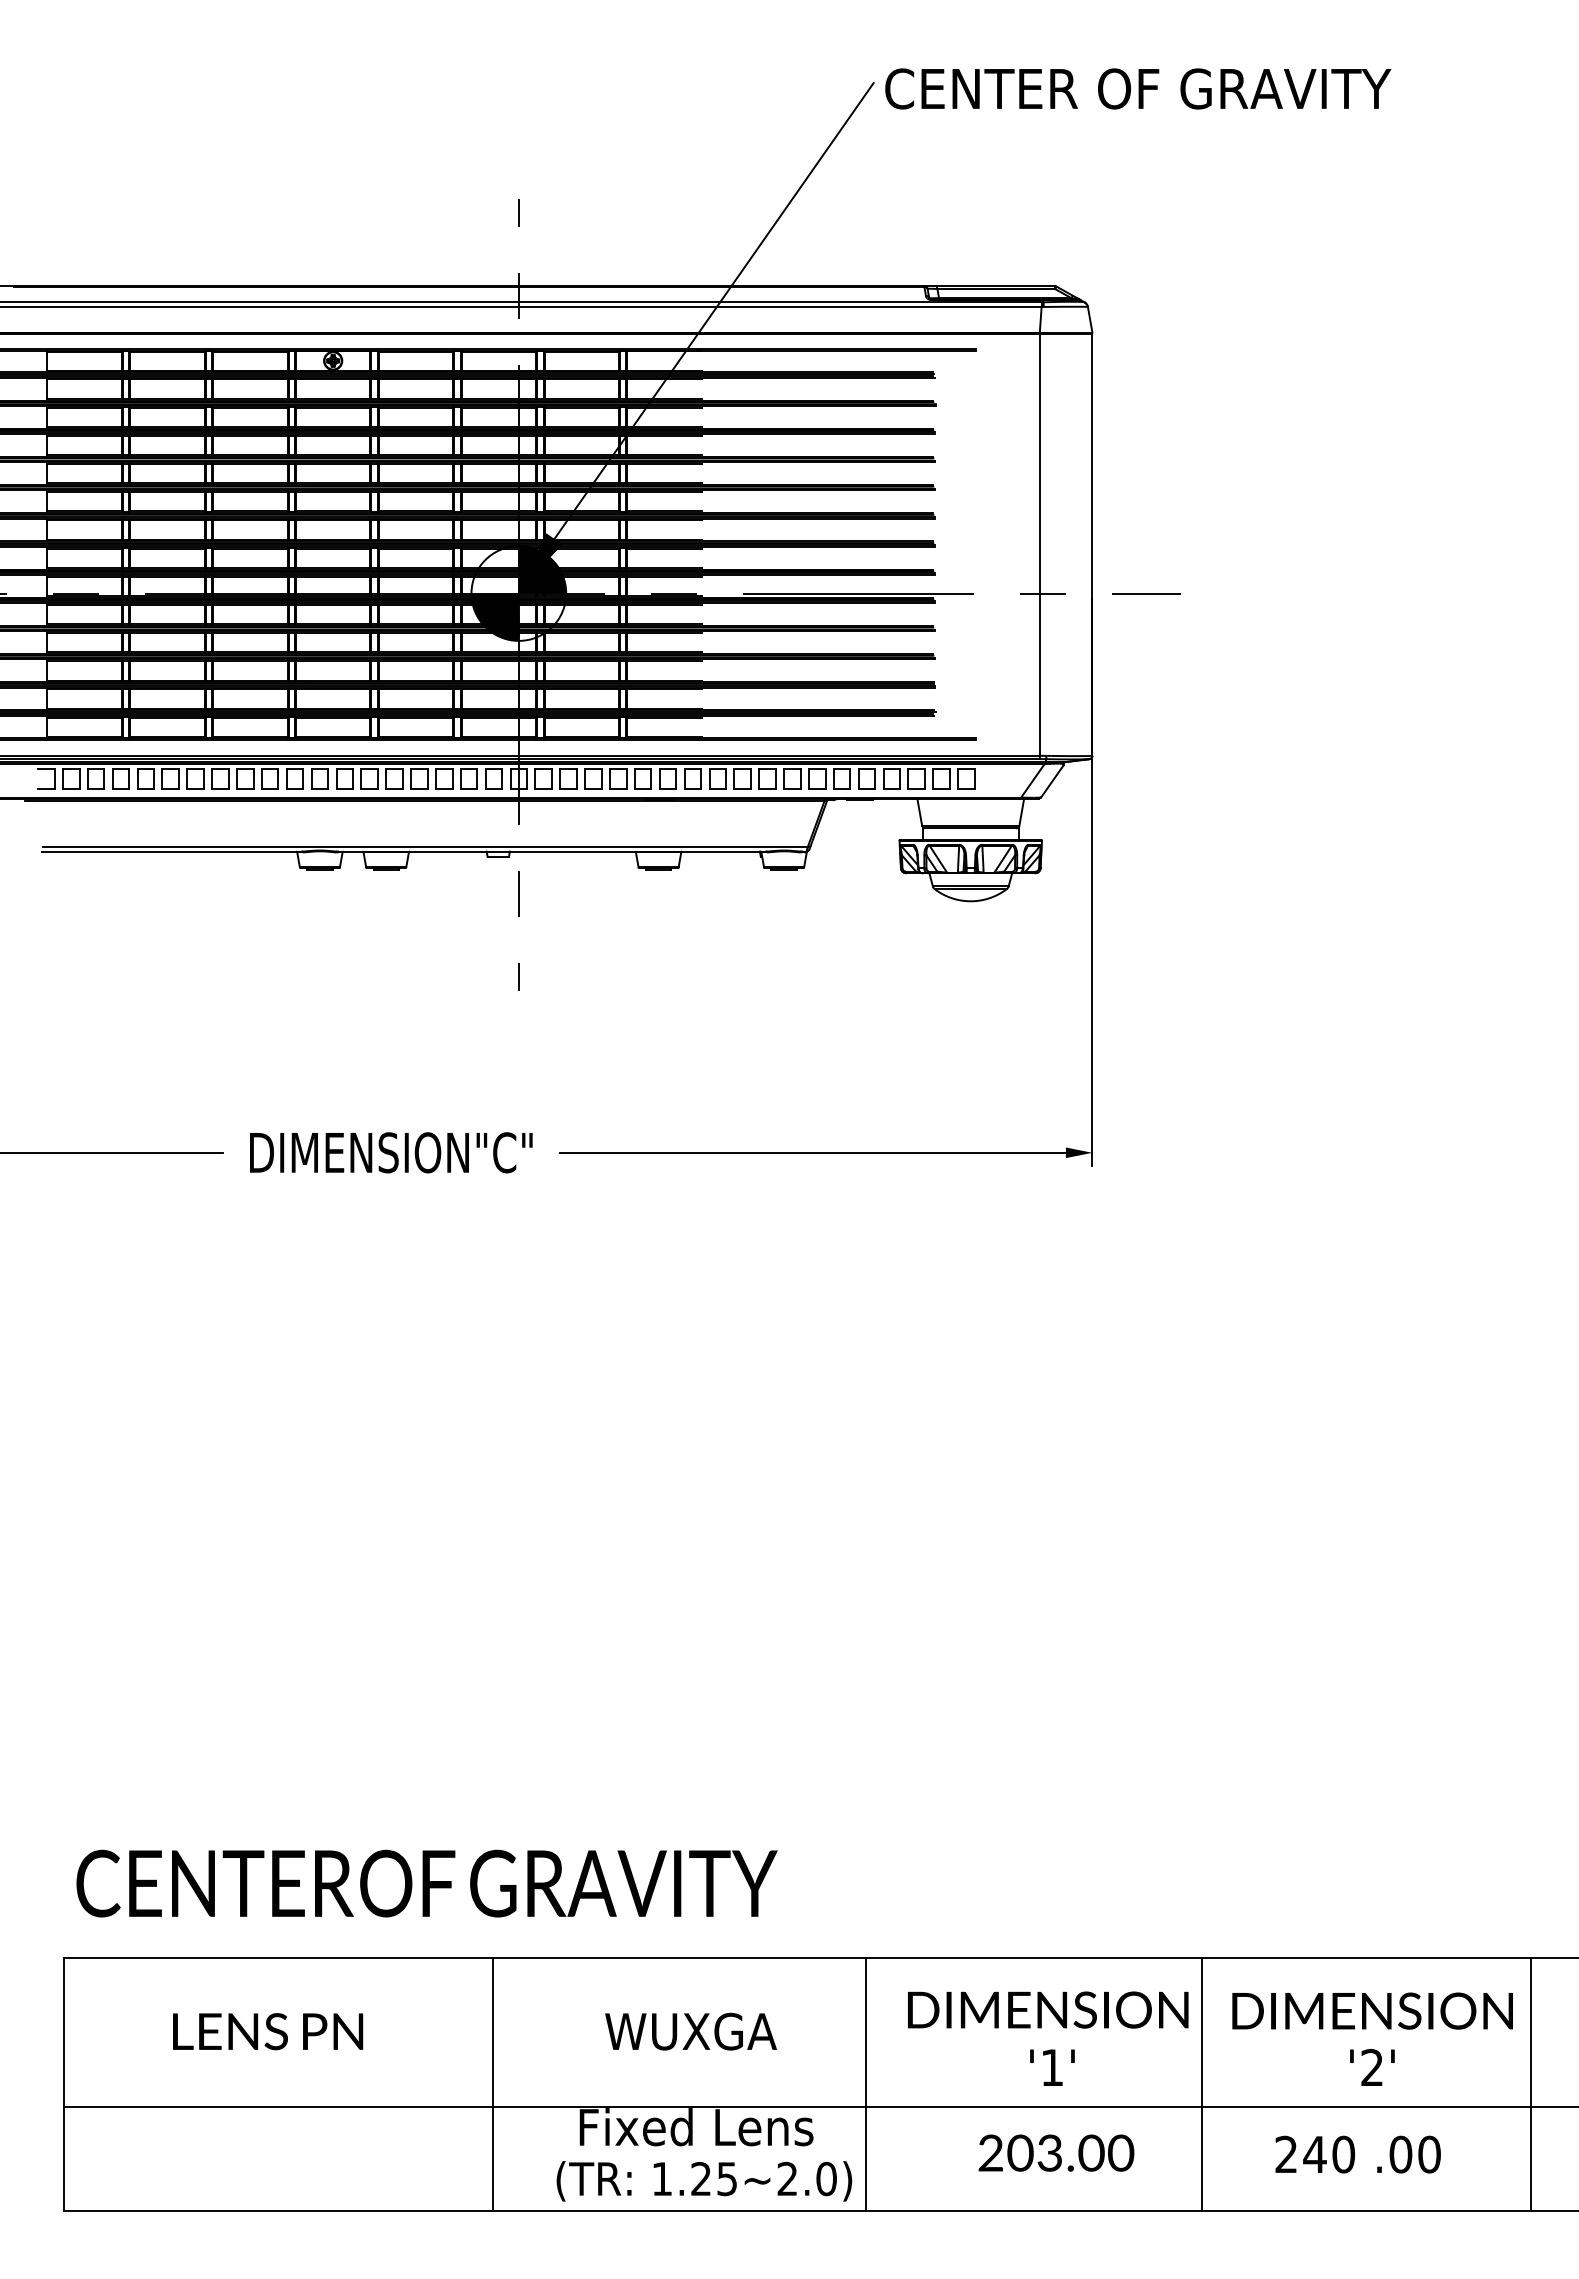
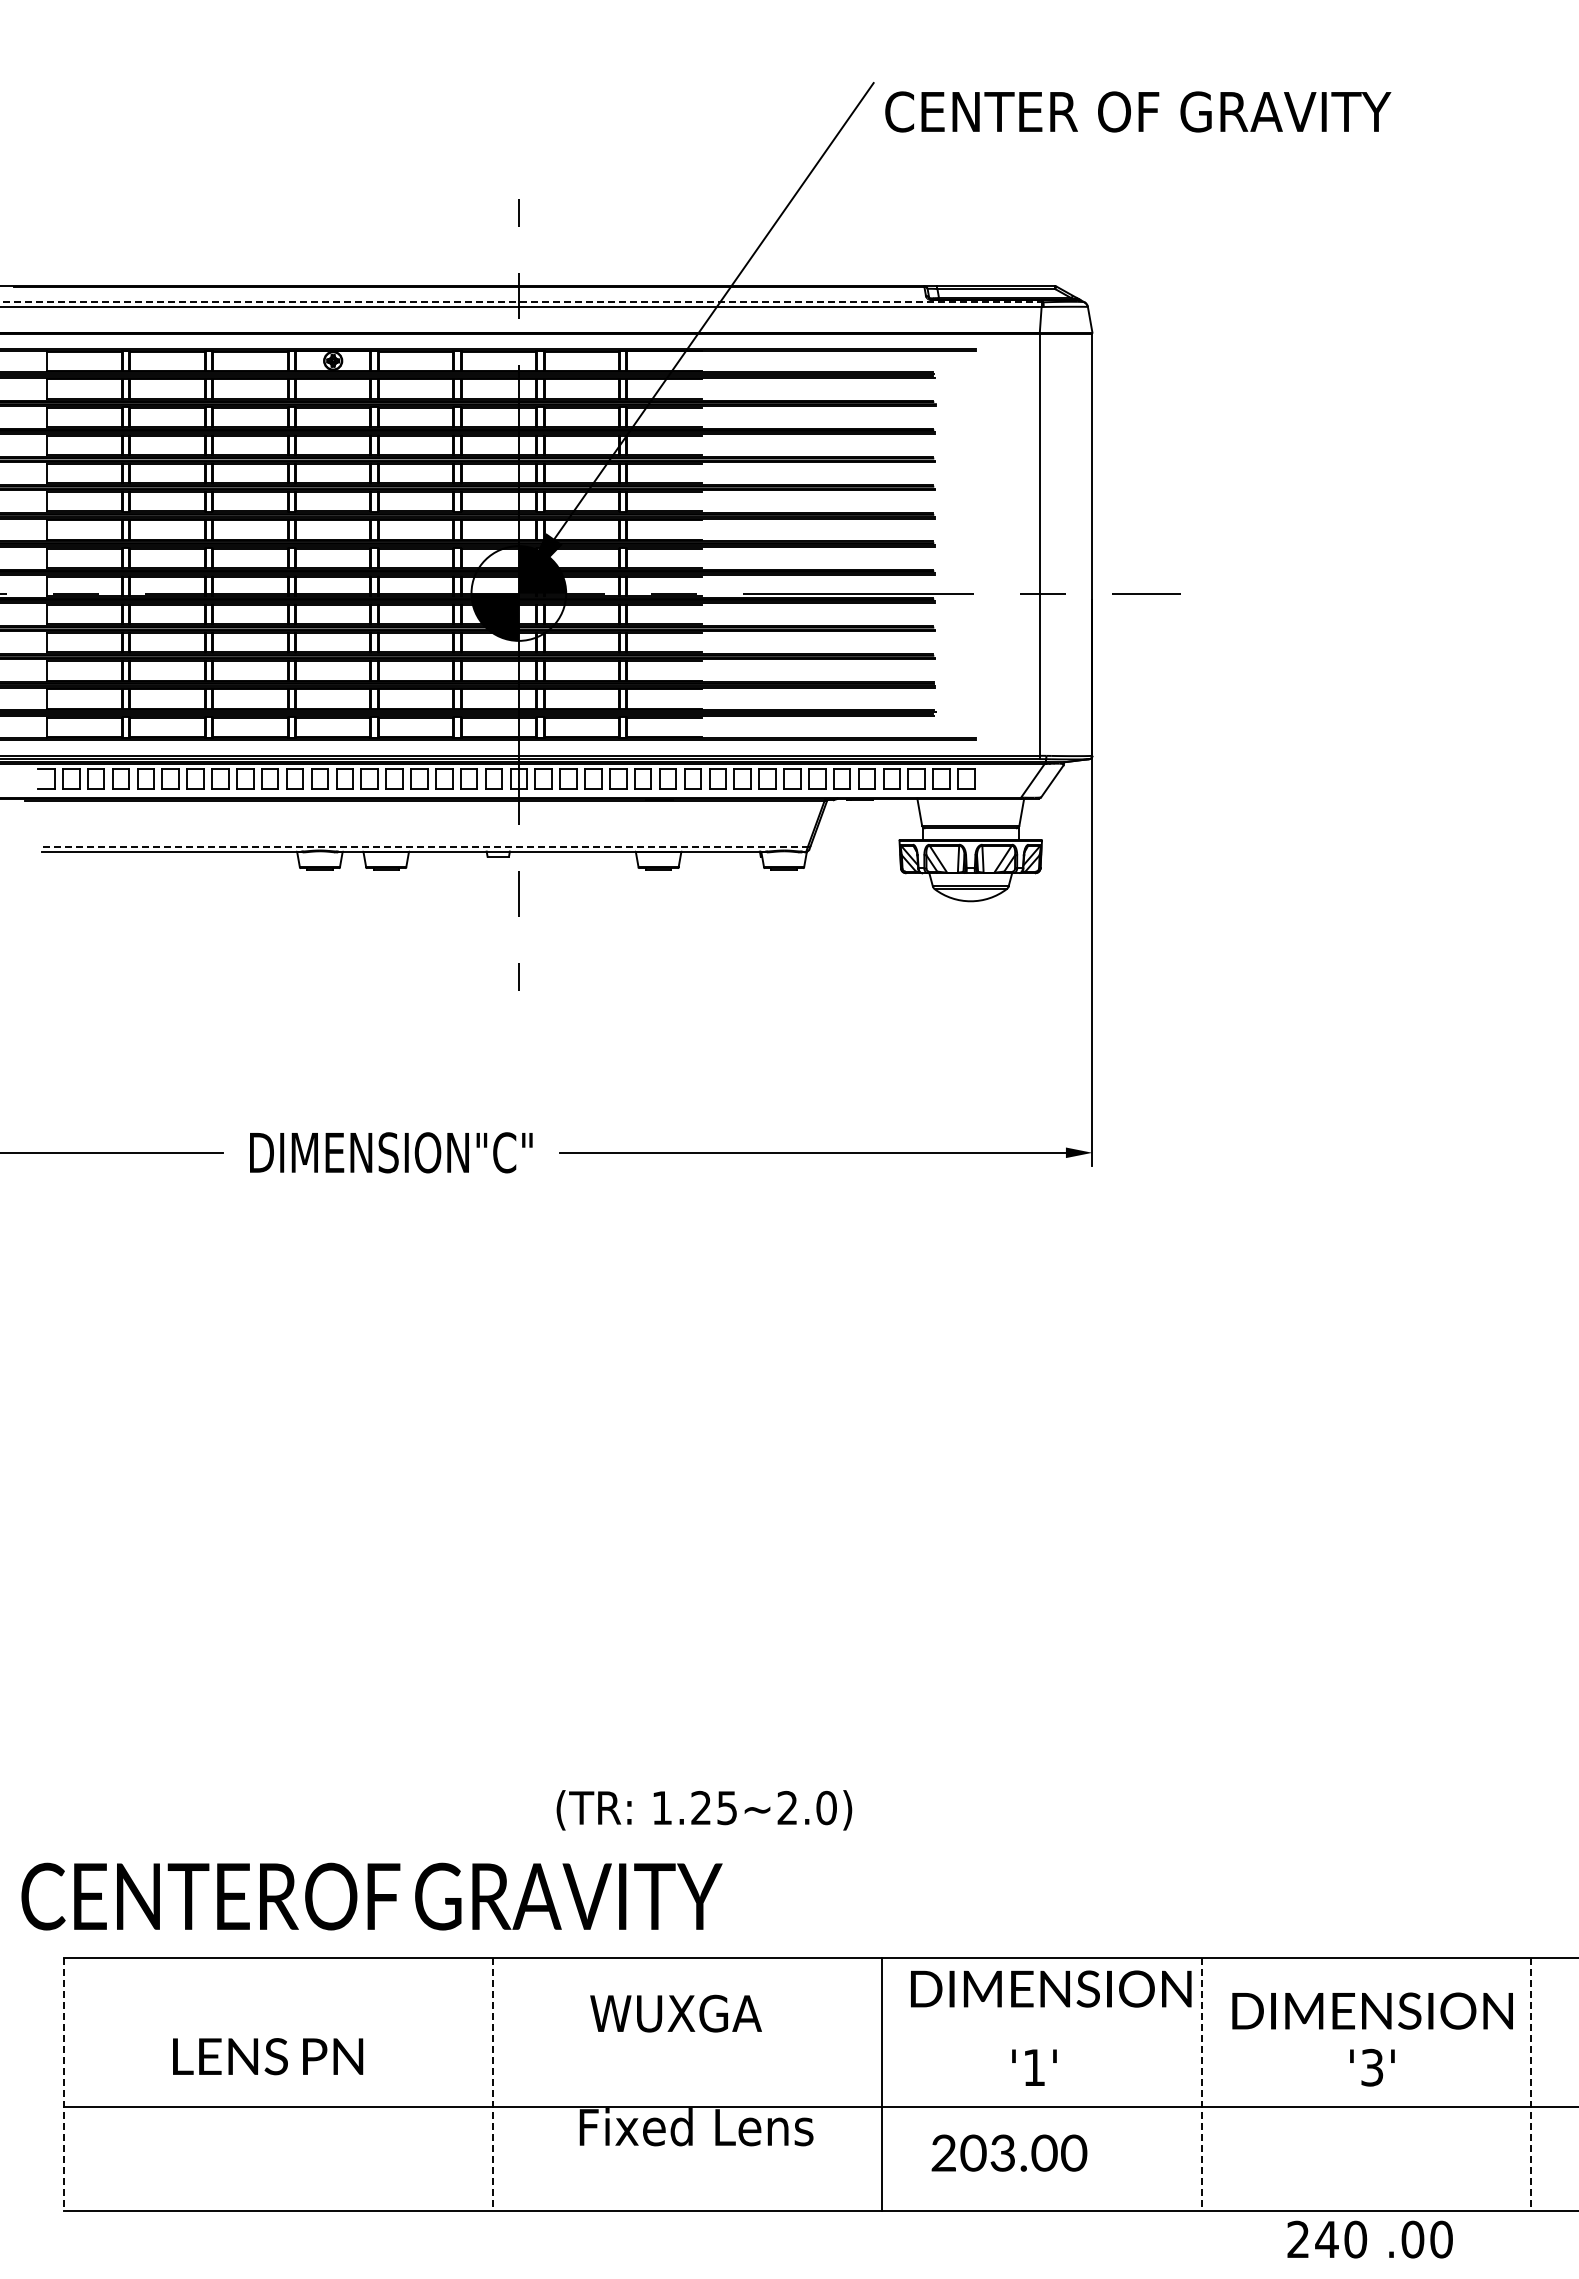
text at (1138, 88) position: (1138, 88) -> (1138, 111)
line at (521, 302): solid -> dashed
line at (425, 847): solid -> dashed
text at (426, 1883) position: (426, 1883) -> (371, 1896)
text at (1048, 2009) position: (1048, 2009) -> (1051, 1988)
text at (268, 2031) position: (268, 2031) -> (268, 2056)
text at (690, 2031) position: (690, 2031) -> (675, 2013)
text at (1052, 2067) position: (1052, 2067) -> (1034, 2067)
text at (1372, 2067): '2' -> '3'
line at (865, 2083) position: (865, 2083) -> (881, 2083)
line at (64, 2084): solid -> dashed
line at (492, 2084): solid -> dashed
line at (1202, 2084): solid -> dashed
line at (1531, 2084): solid -> dashed
text at (1056, 2152) position: (1056, 2152) -> (1009, 2152)
text at (1357, 2154) position: (1357, 2154) -> (1369, 2239)
text at (704, 2181) position: (704, 2181) -> (704, 1810)
